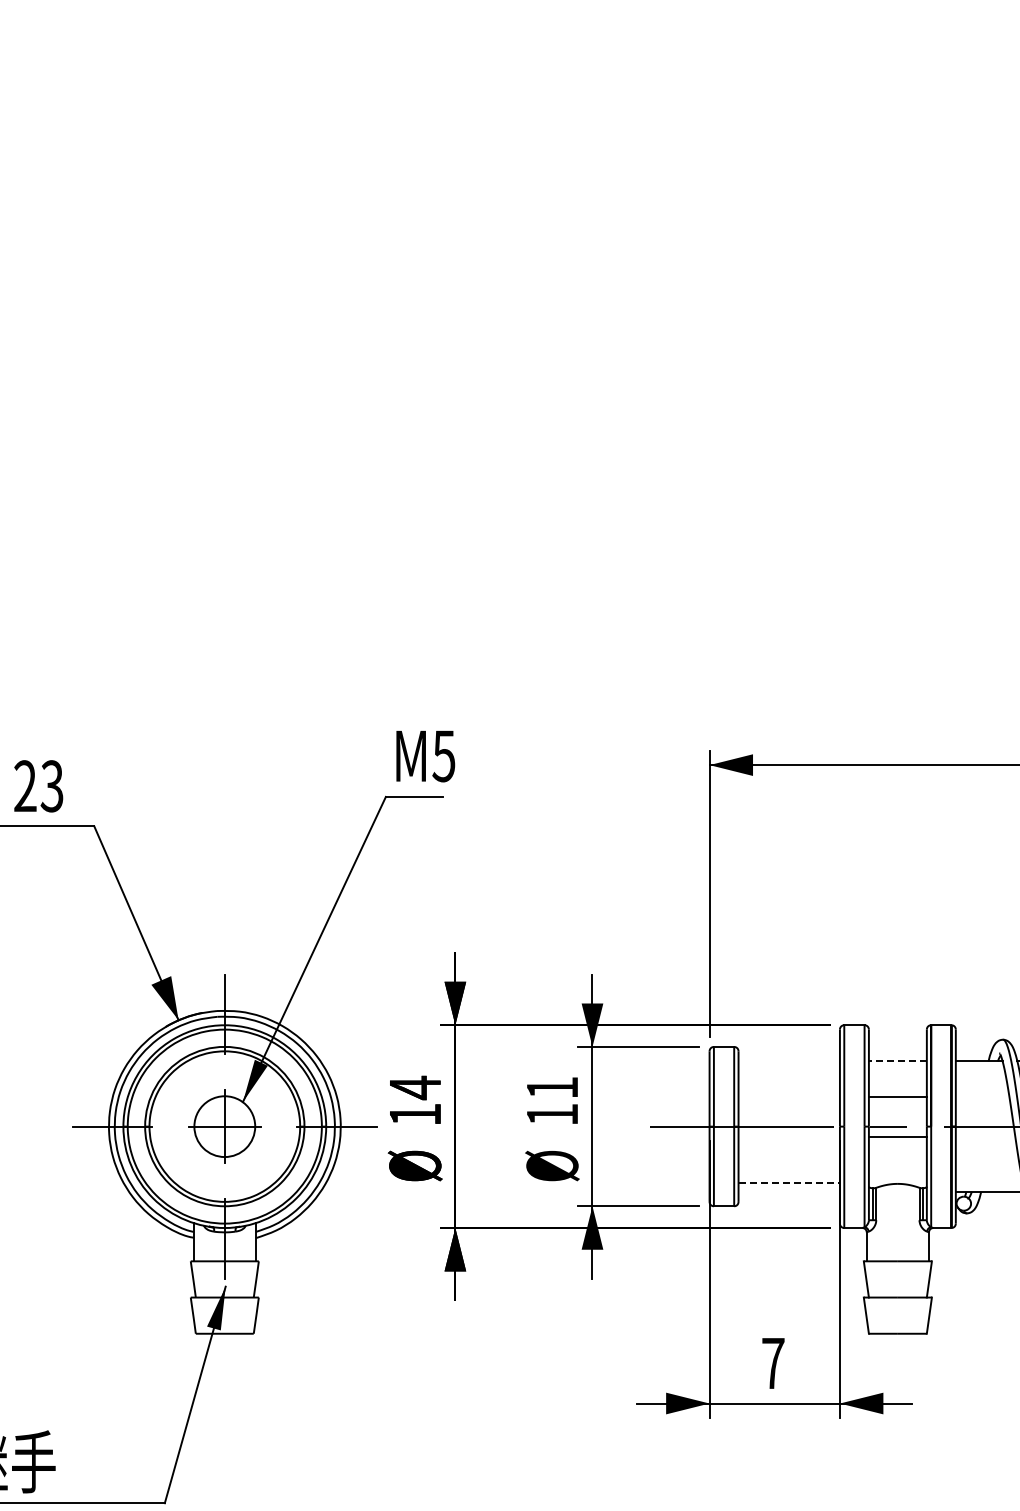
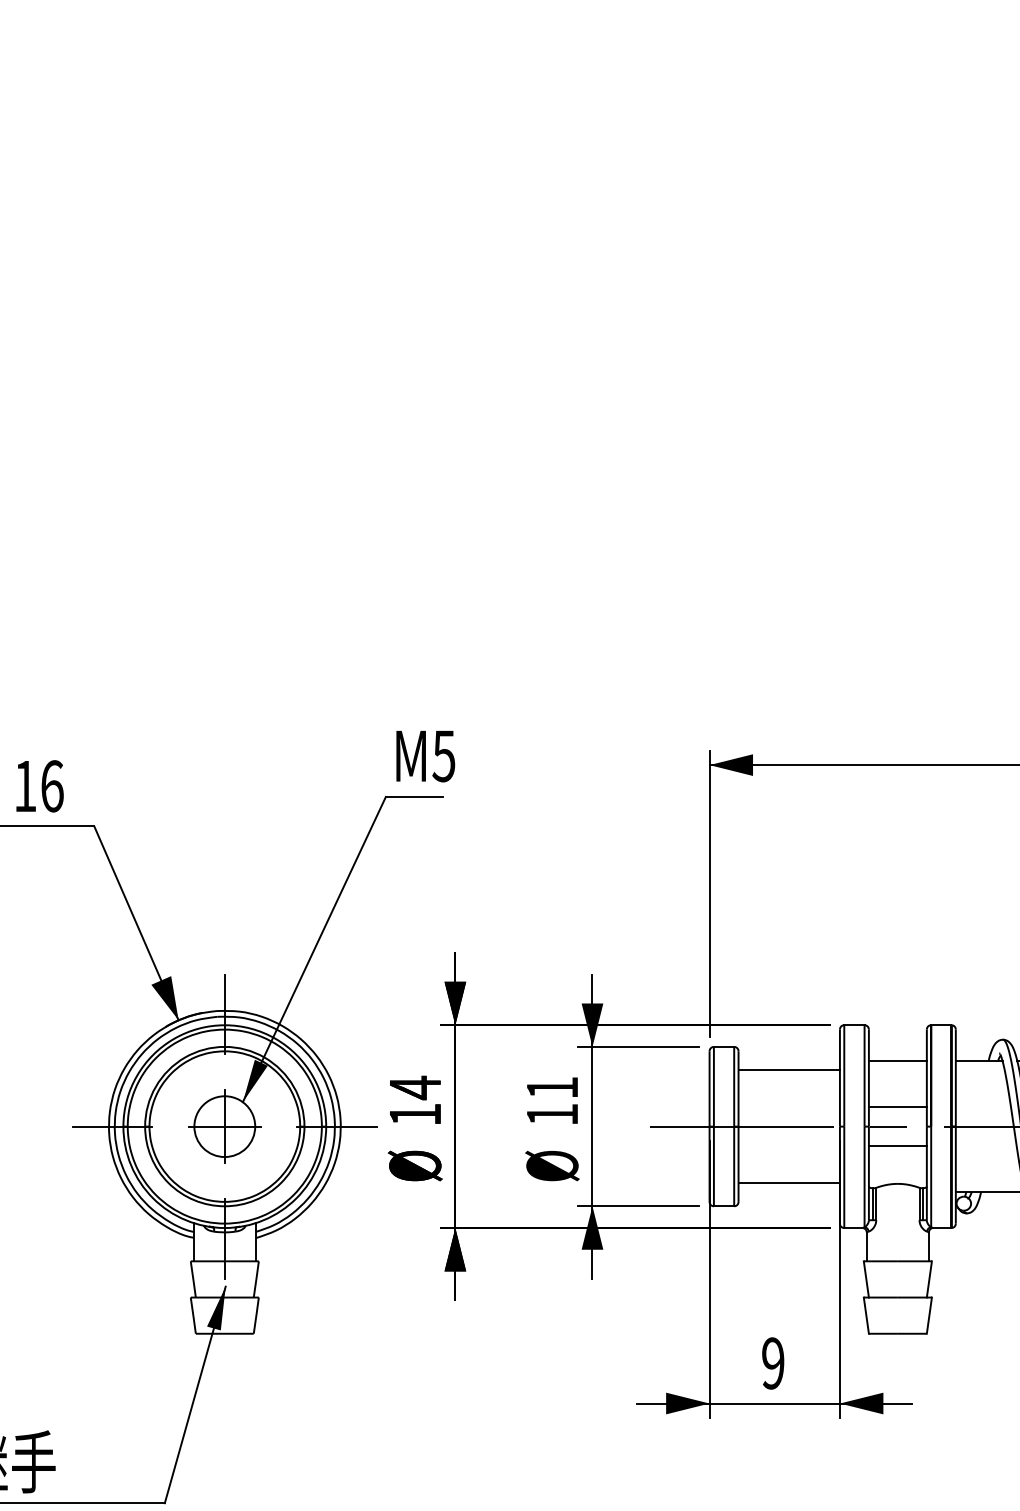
text at (38, 786): 23 -> 16
line at (897, 1061): dashed -> solid
line at (788, 1070): none -> present
line at (897, 1097) position: (897, 1097) -> (897, 1107)
line at (897, 1136) position: (897, 1136) -> (897, 1145)
line at (789, 1183): dashed -> solid
text at (773, 1363): 7 -> 9
